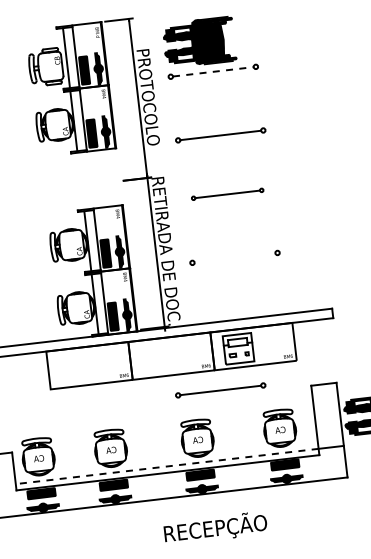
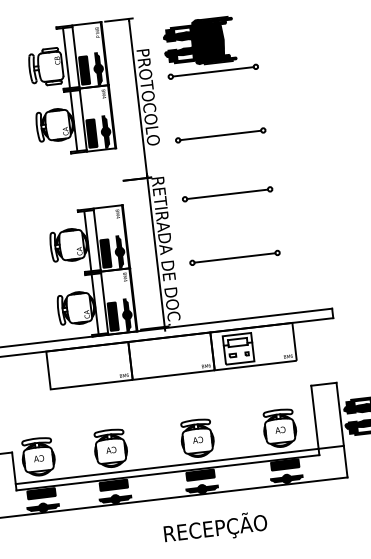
line at (213, 71): dashed -> solid
part at (227, 193) size: 74x14 px -> 92x17 px
line at (234, 257): none -> present
part at (220, 390): present -> none
line at (166, 466): dashed -> solid
